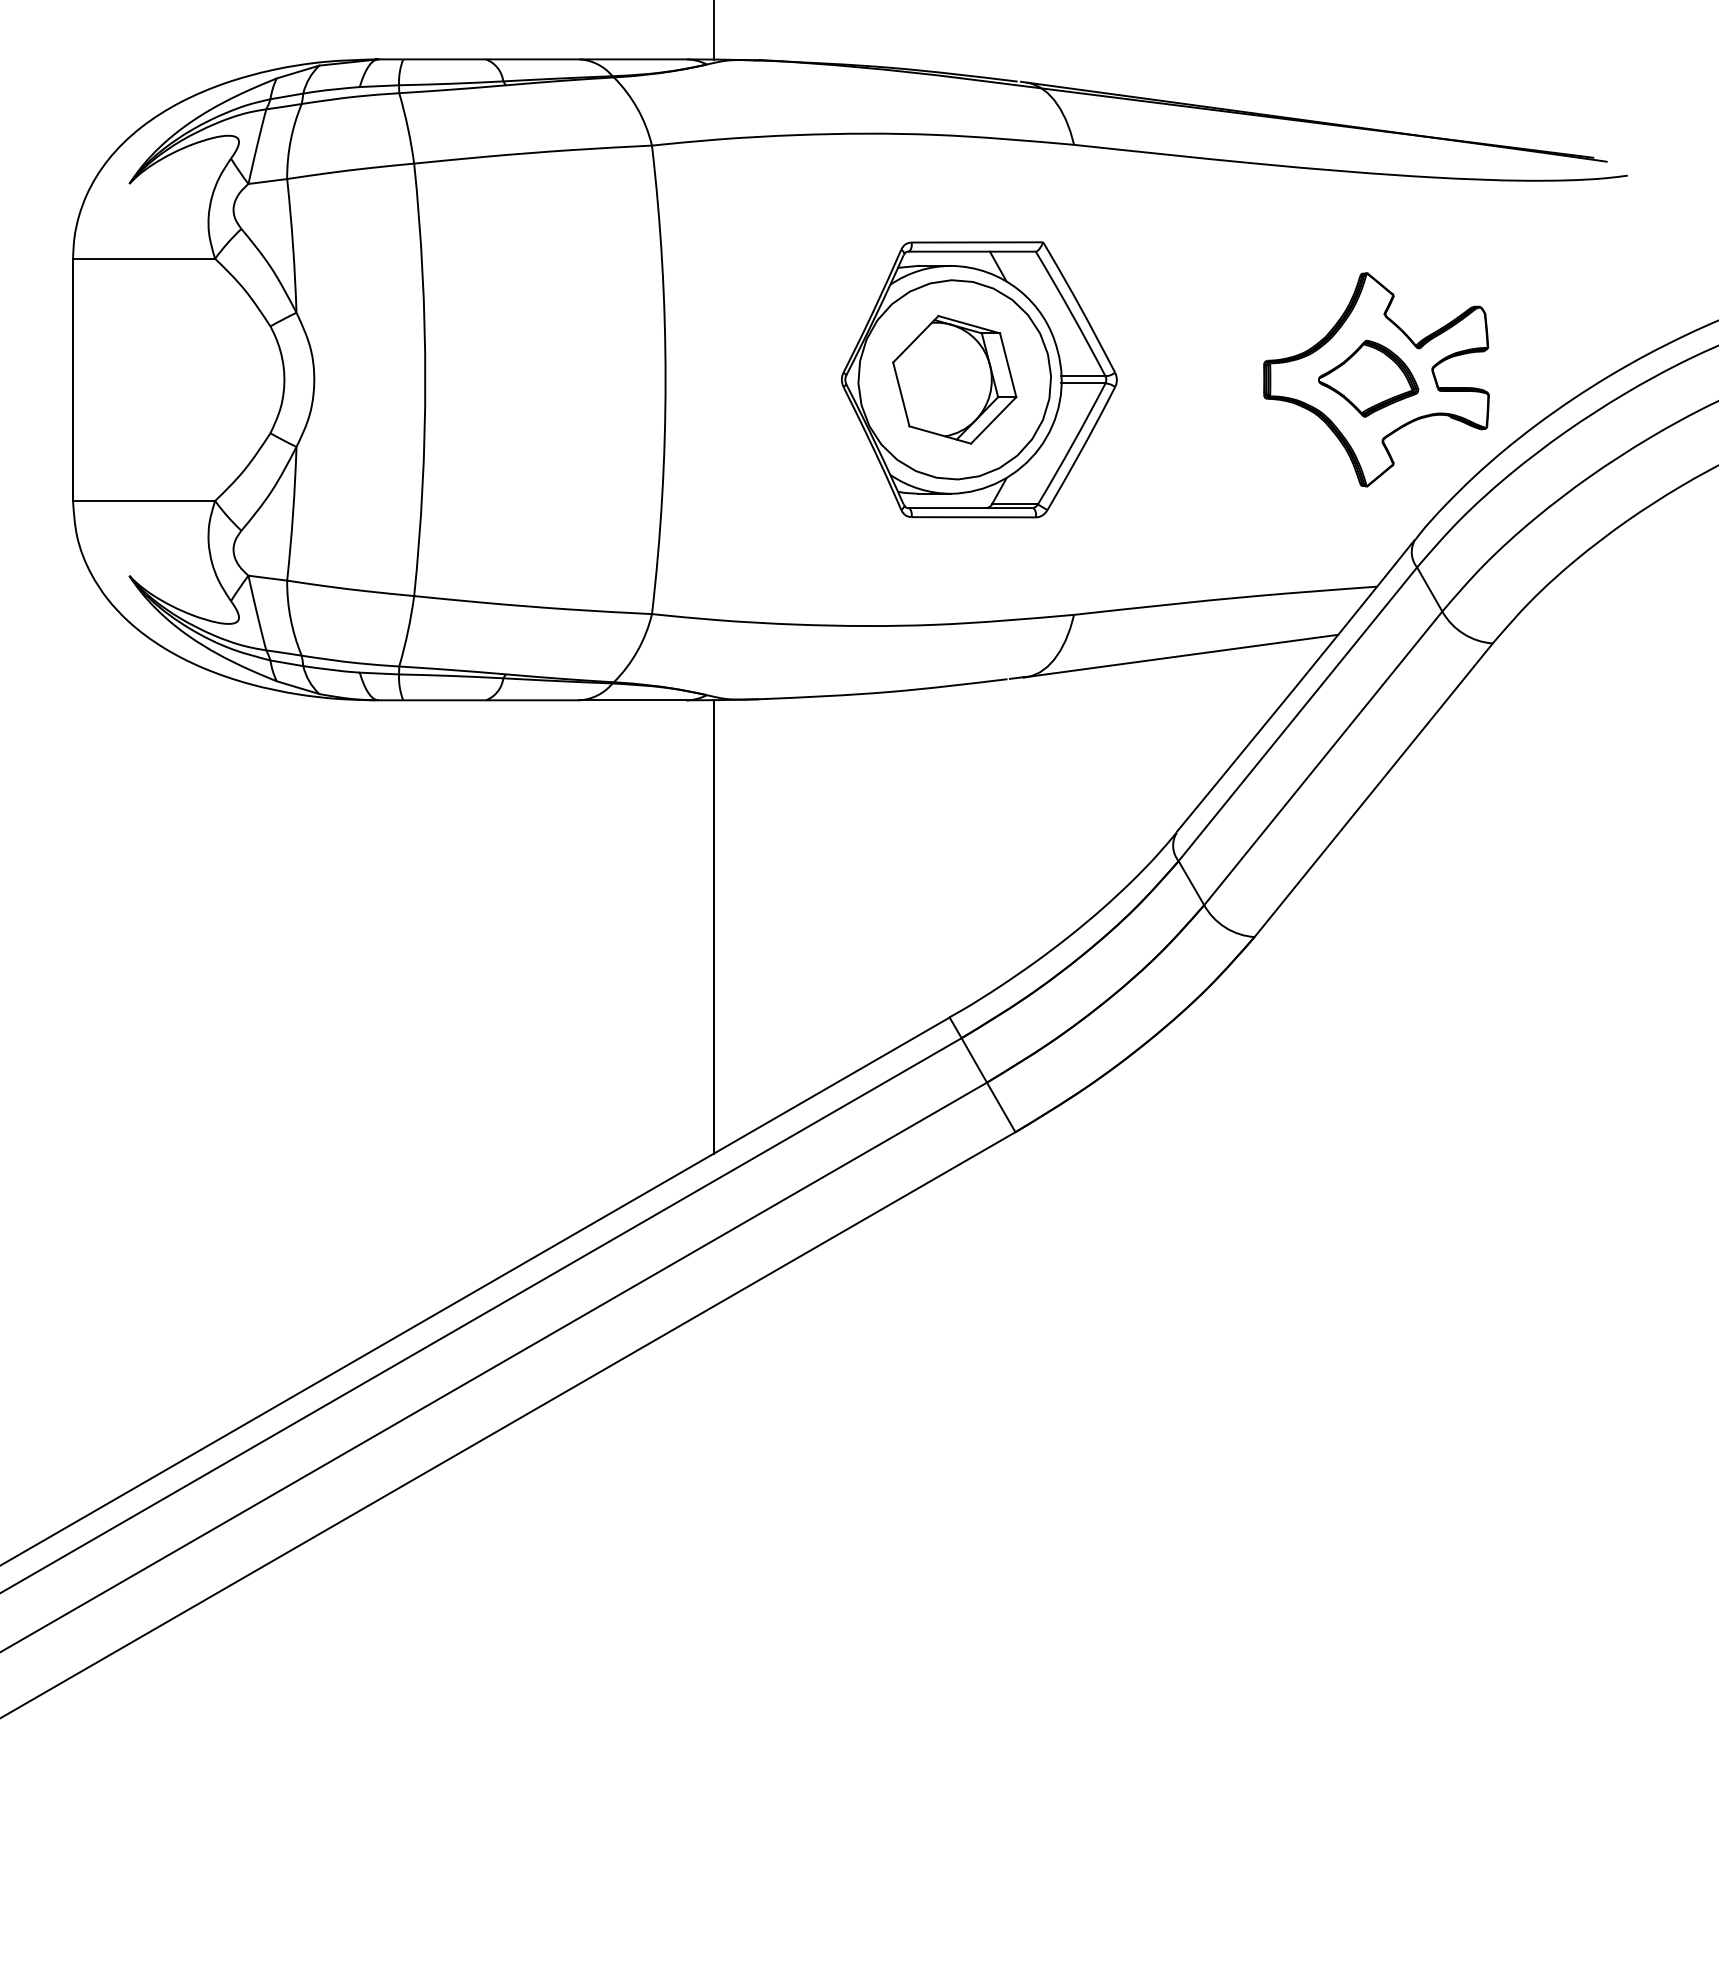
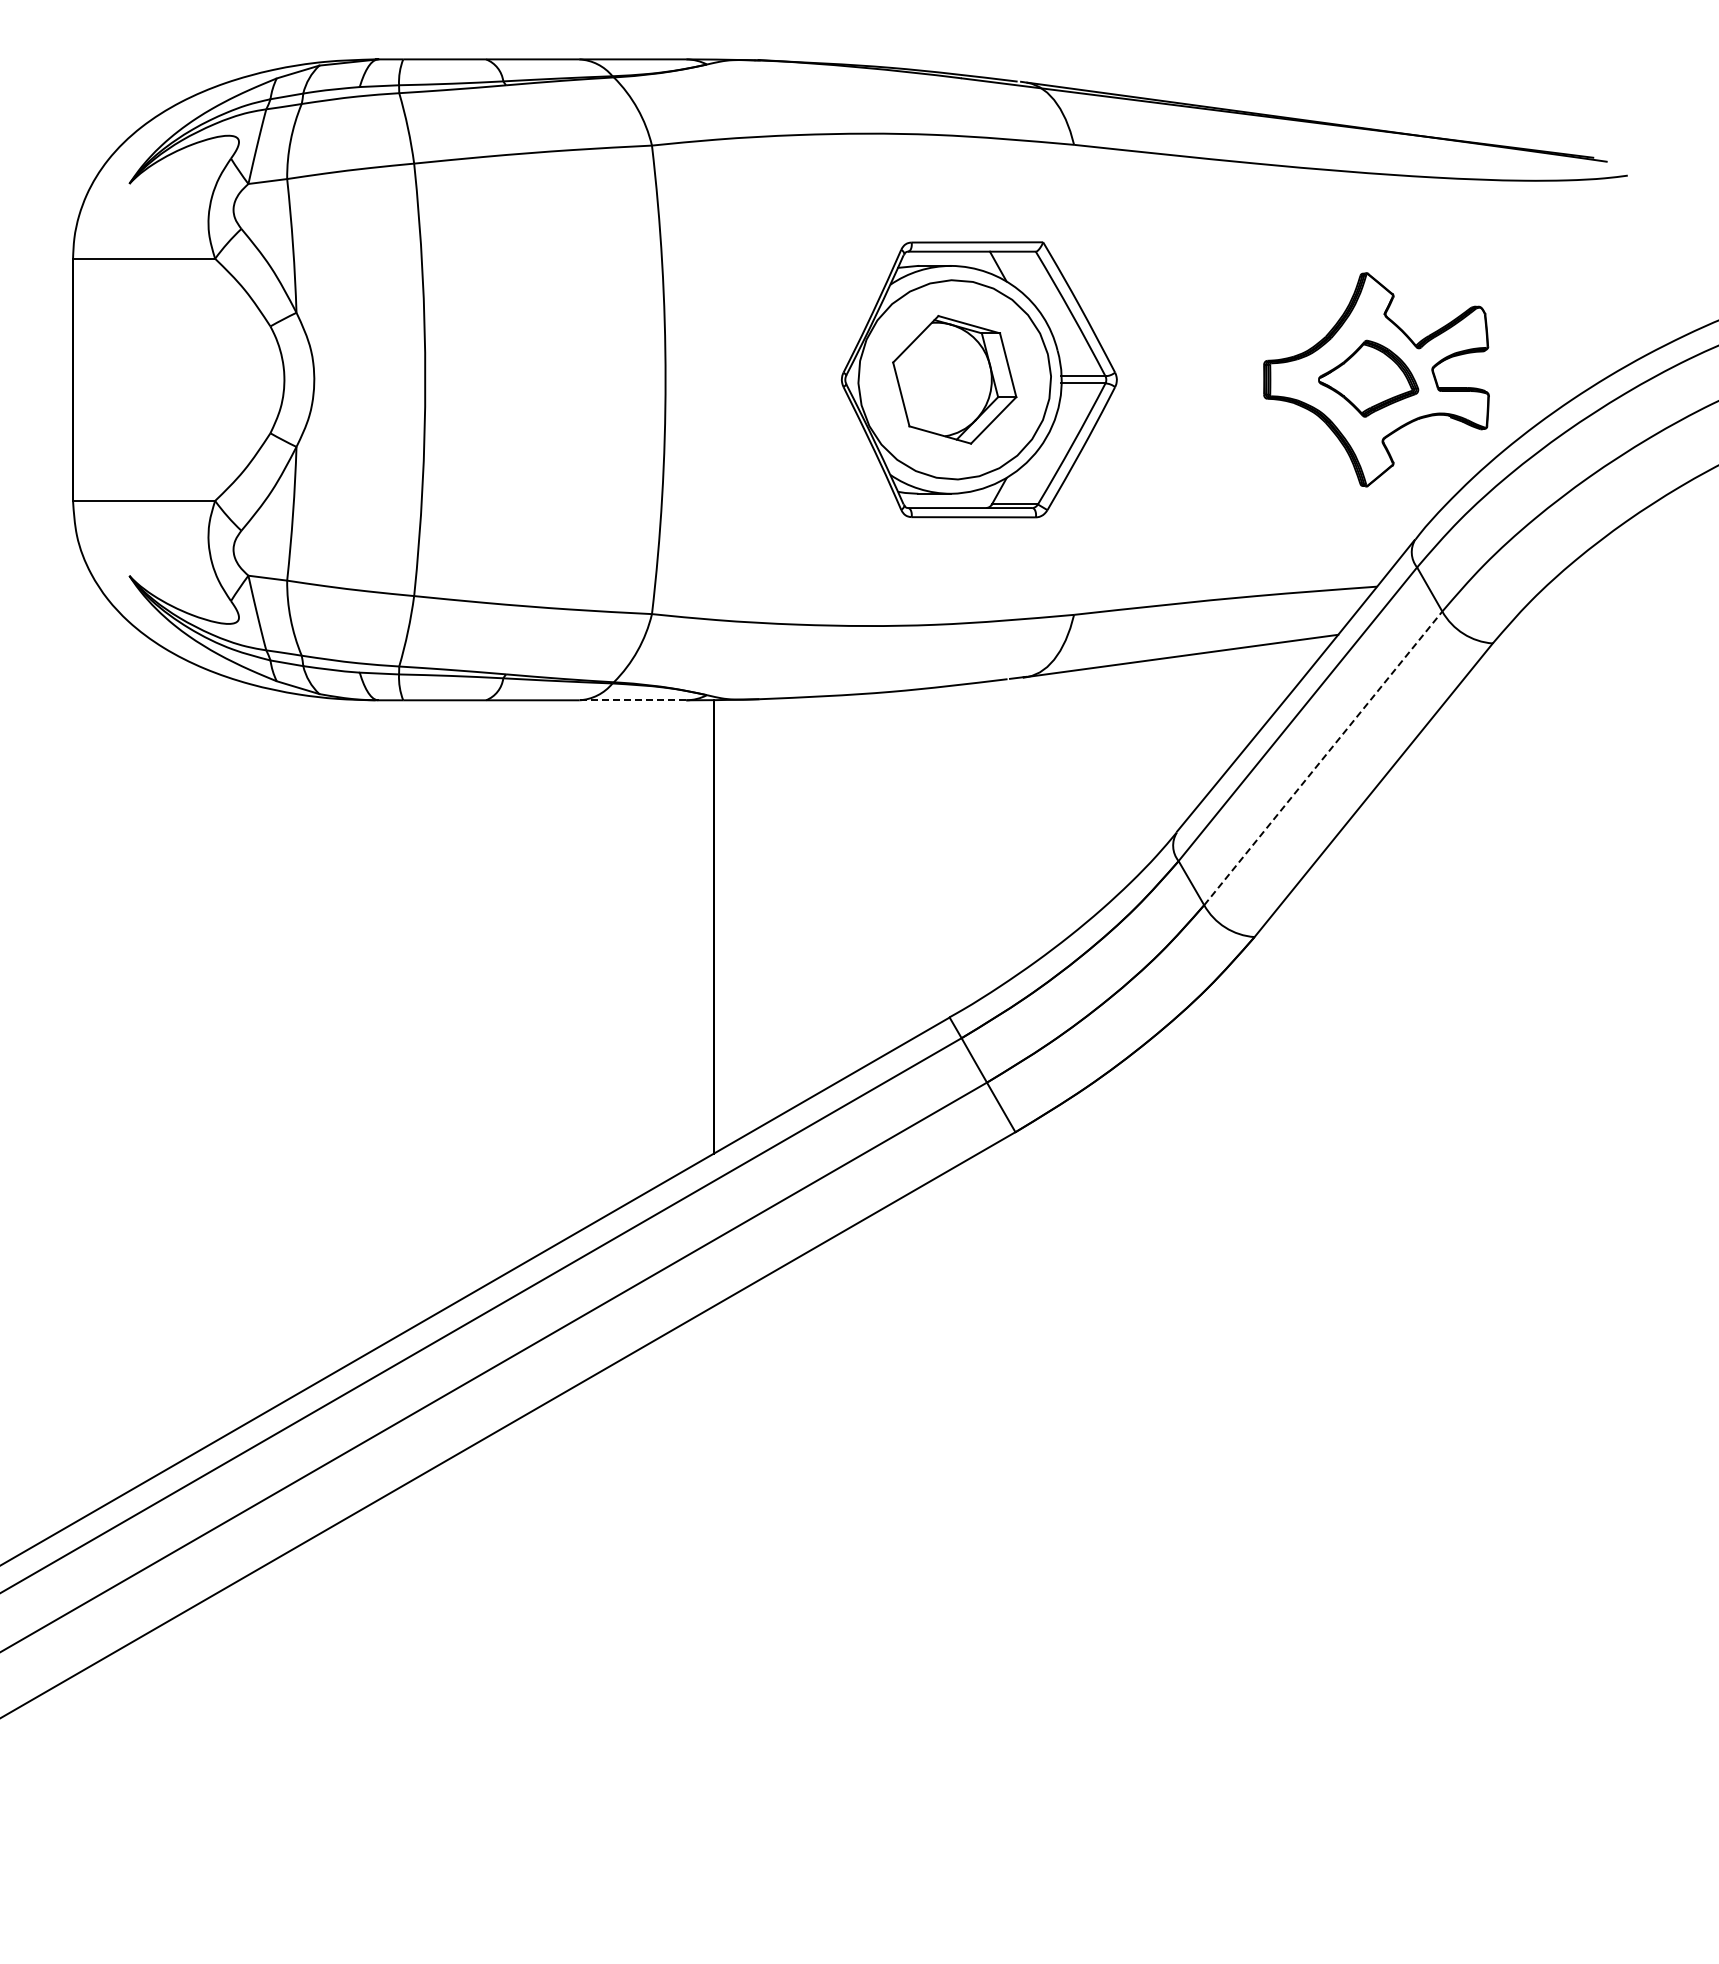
line at (713, 30): present -> none
line at (632, 700): solid -> dashed
line at (1323, 758): solid -> dashed
